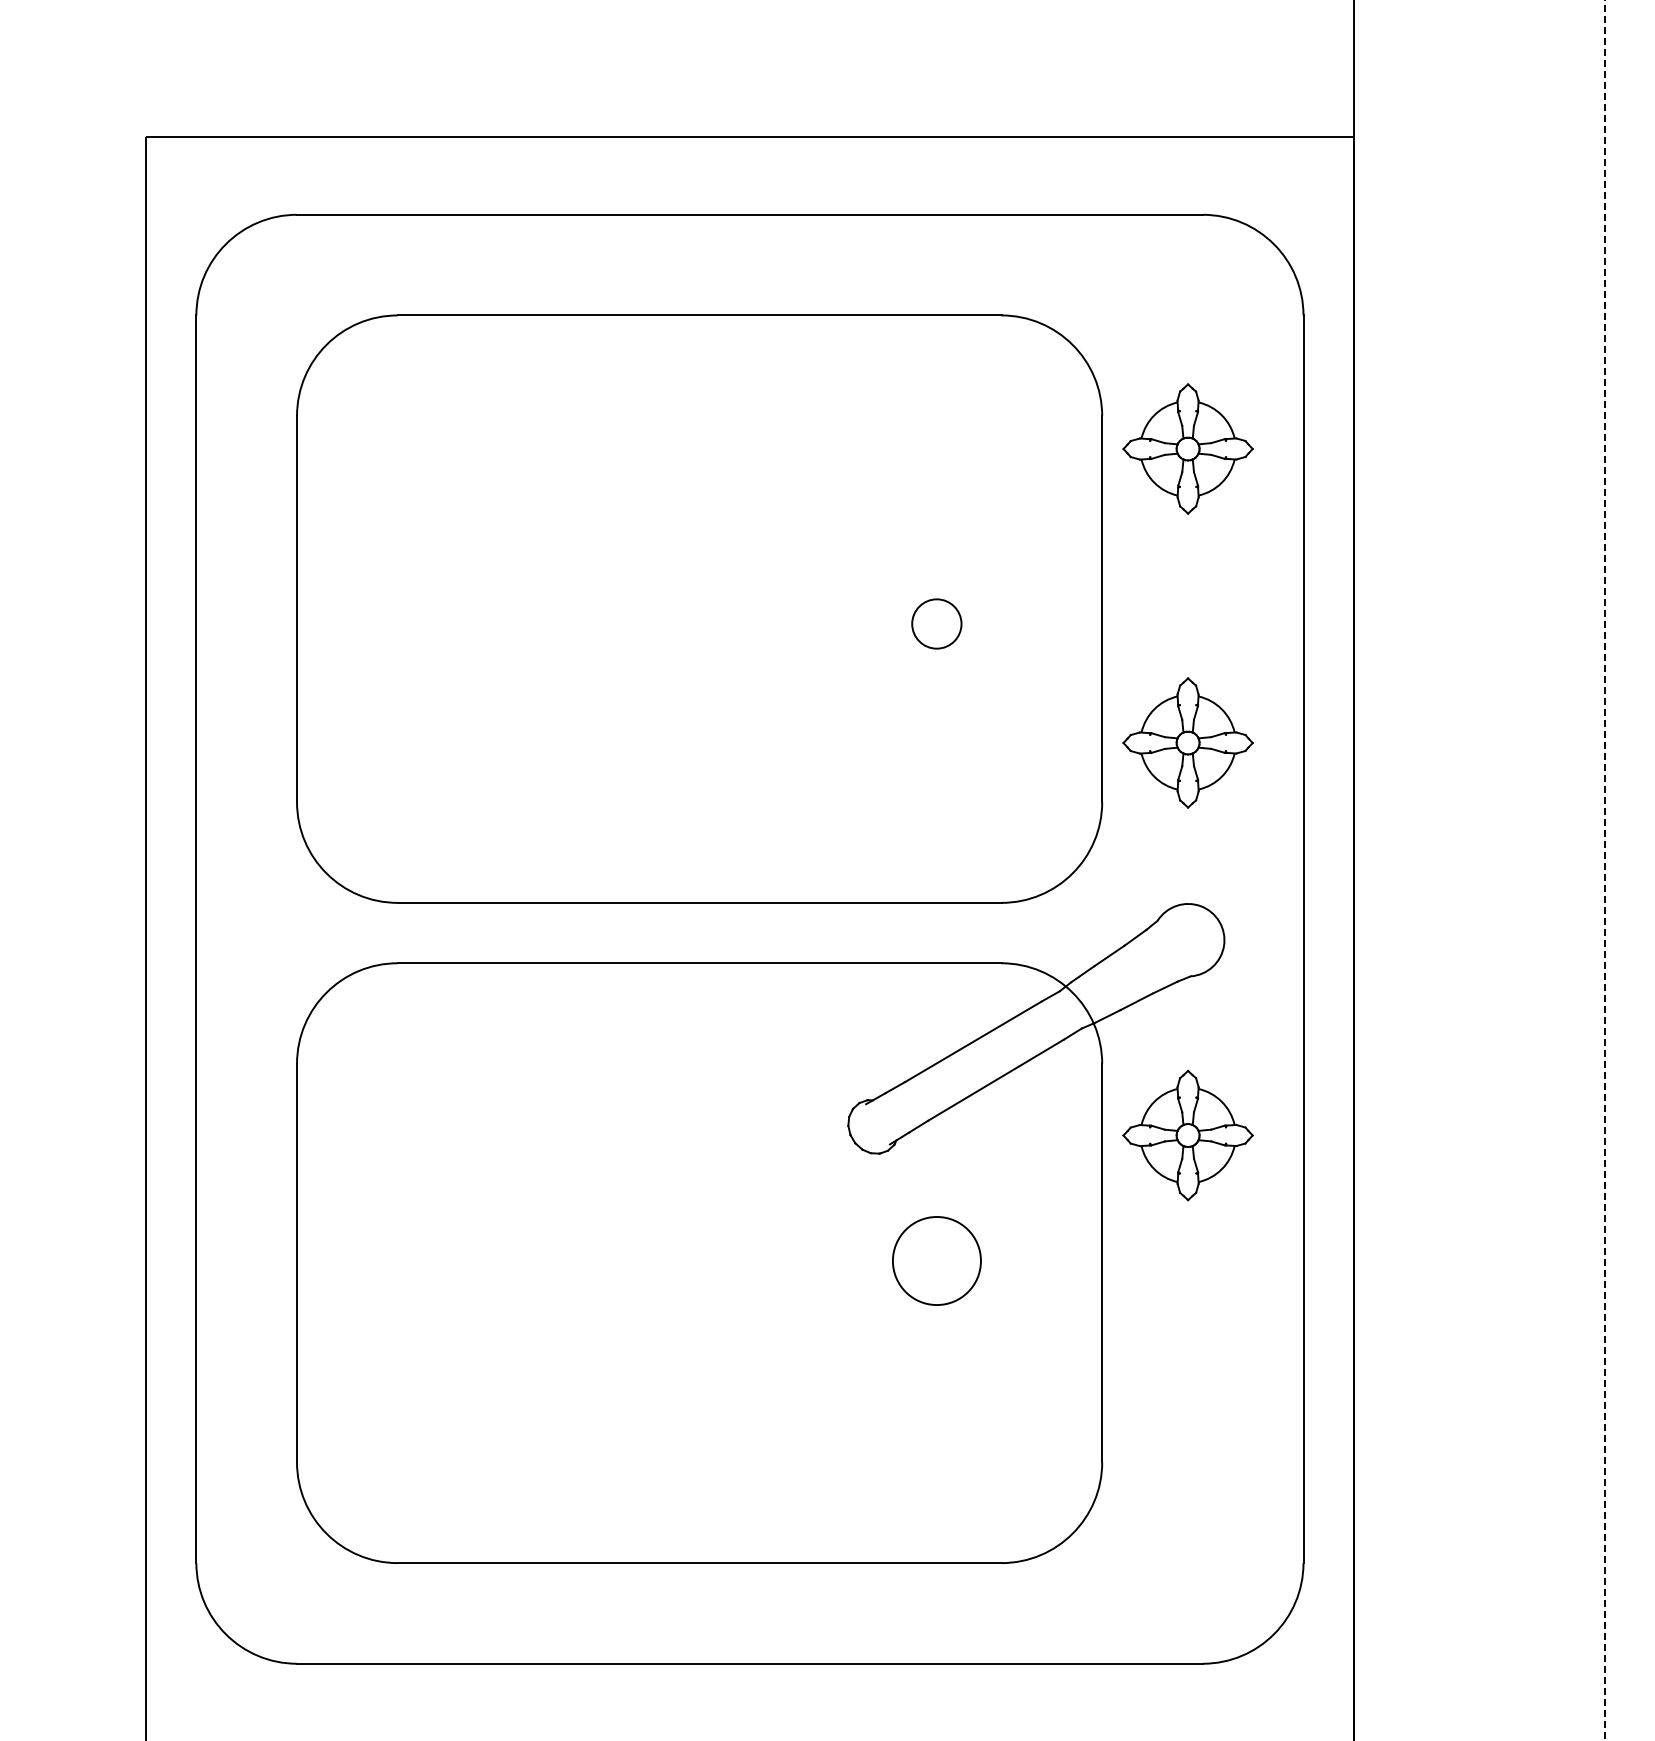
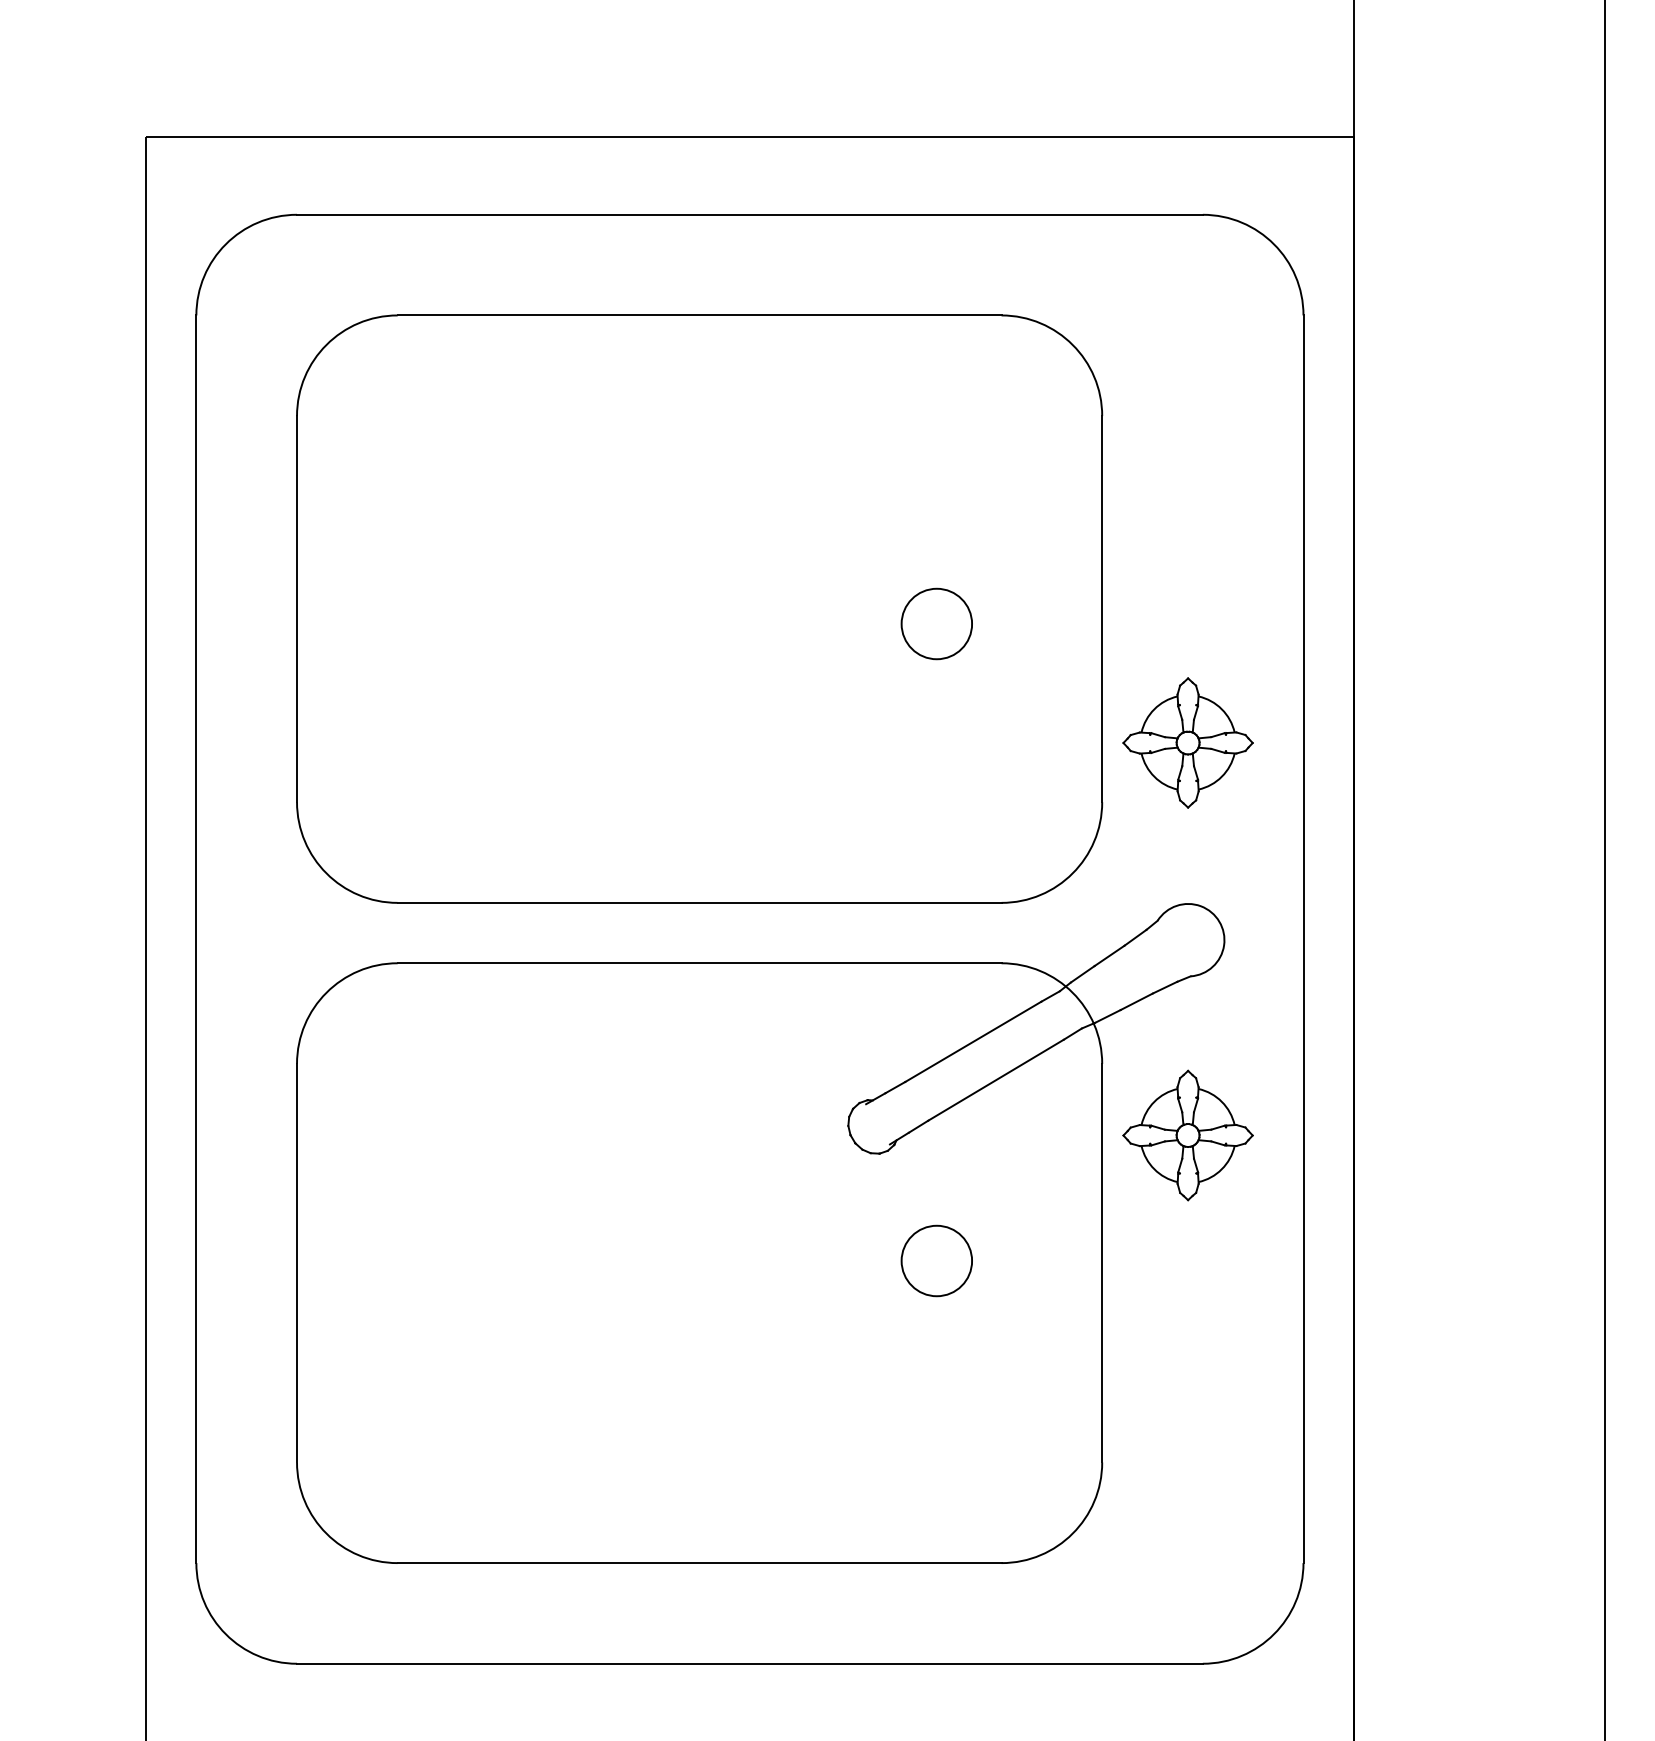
part at (1187, 448): present -> none
circle at (936, 623) diameter: 49 px -> 70 px
line at (1605, 870): dashed -> solid
circle at (936, 1260) size: 90x90 px -> 73x74 px
